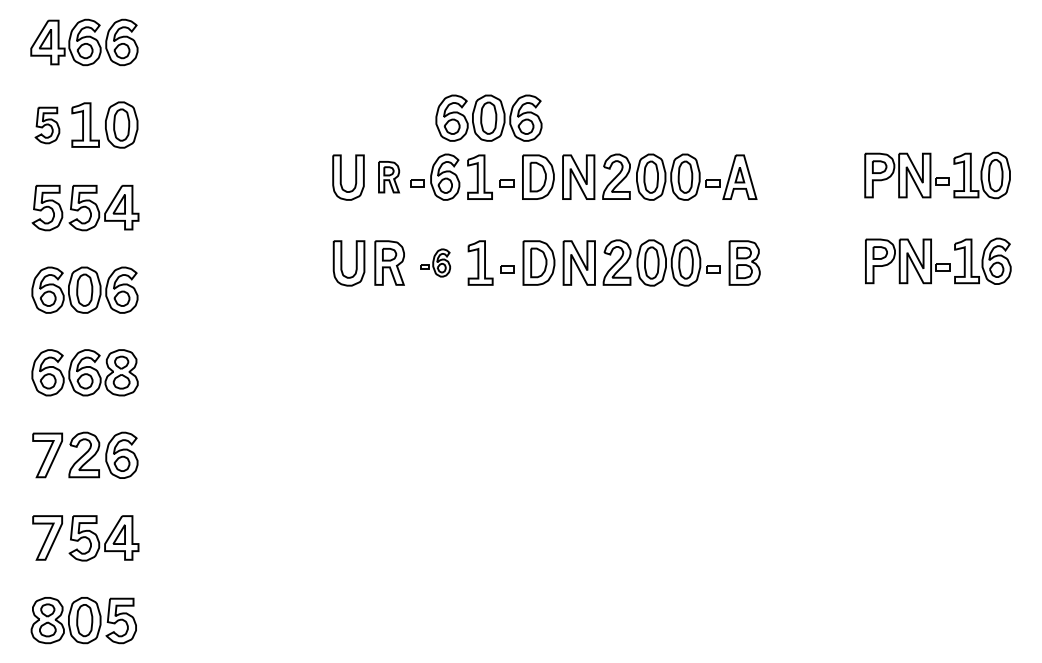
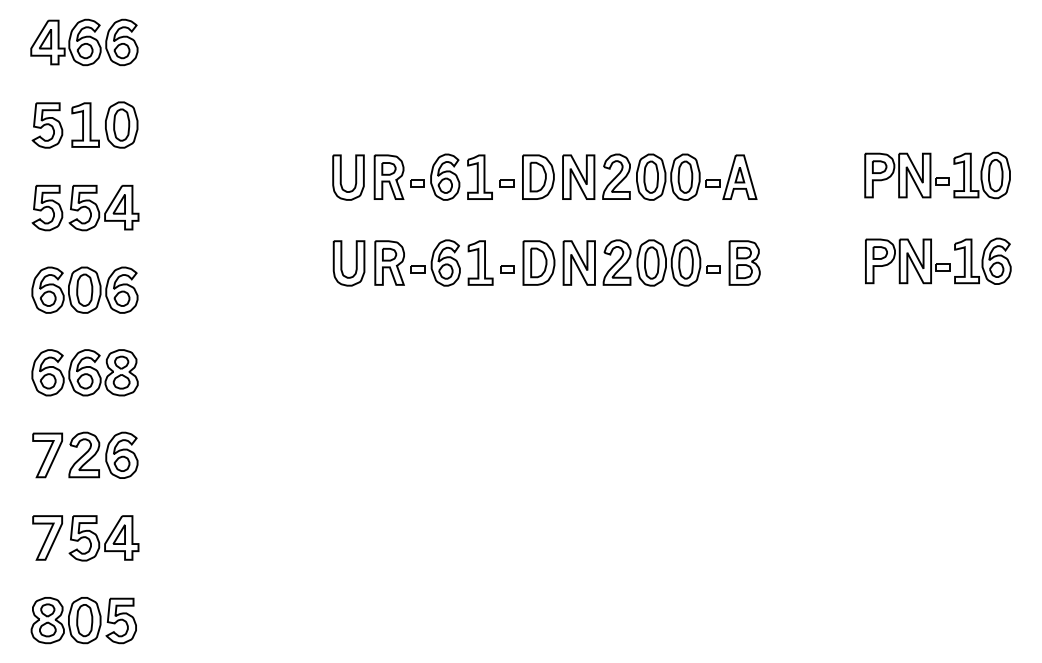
part at (488, 117): present -> none
part at (47, 125) size: 27x39 px -> 33x47 px
part at (389, 177) size: 23x33 px -> 32x46 px
part at (435, 262) size: 31x30 px -> 51x48 px
